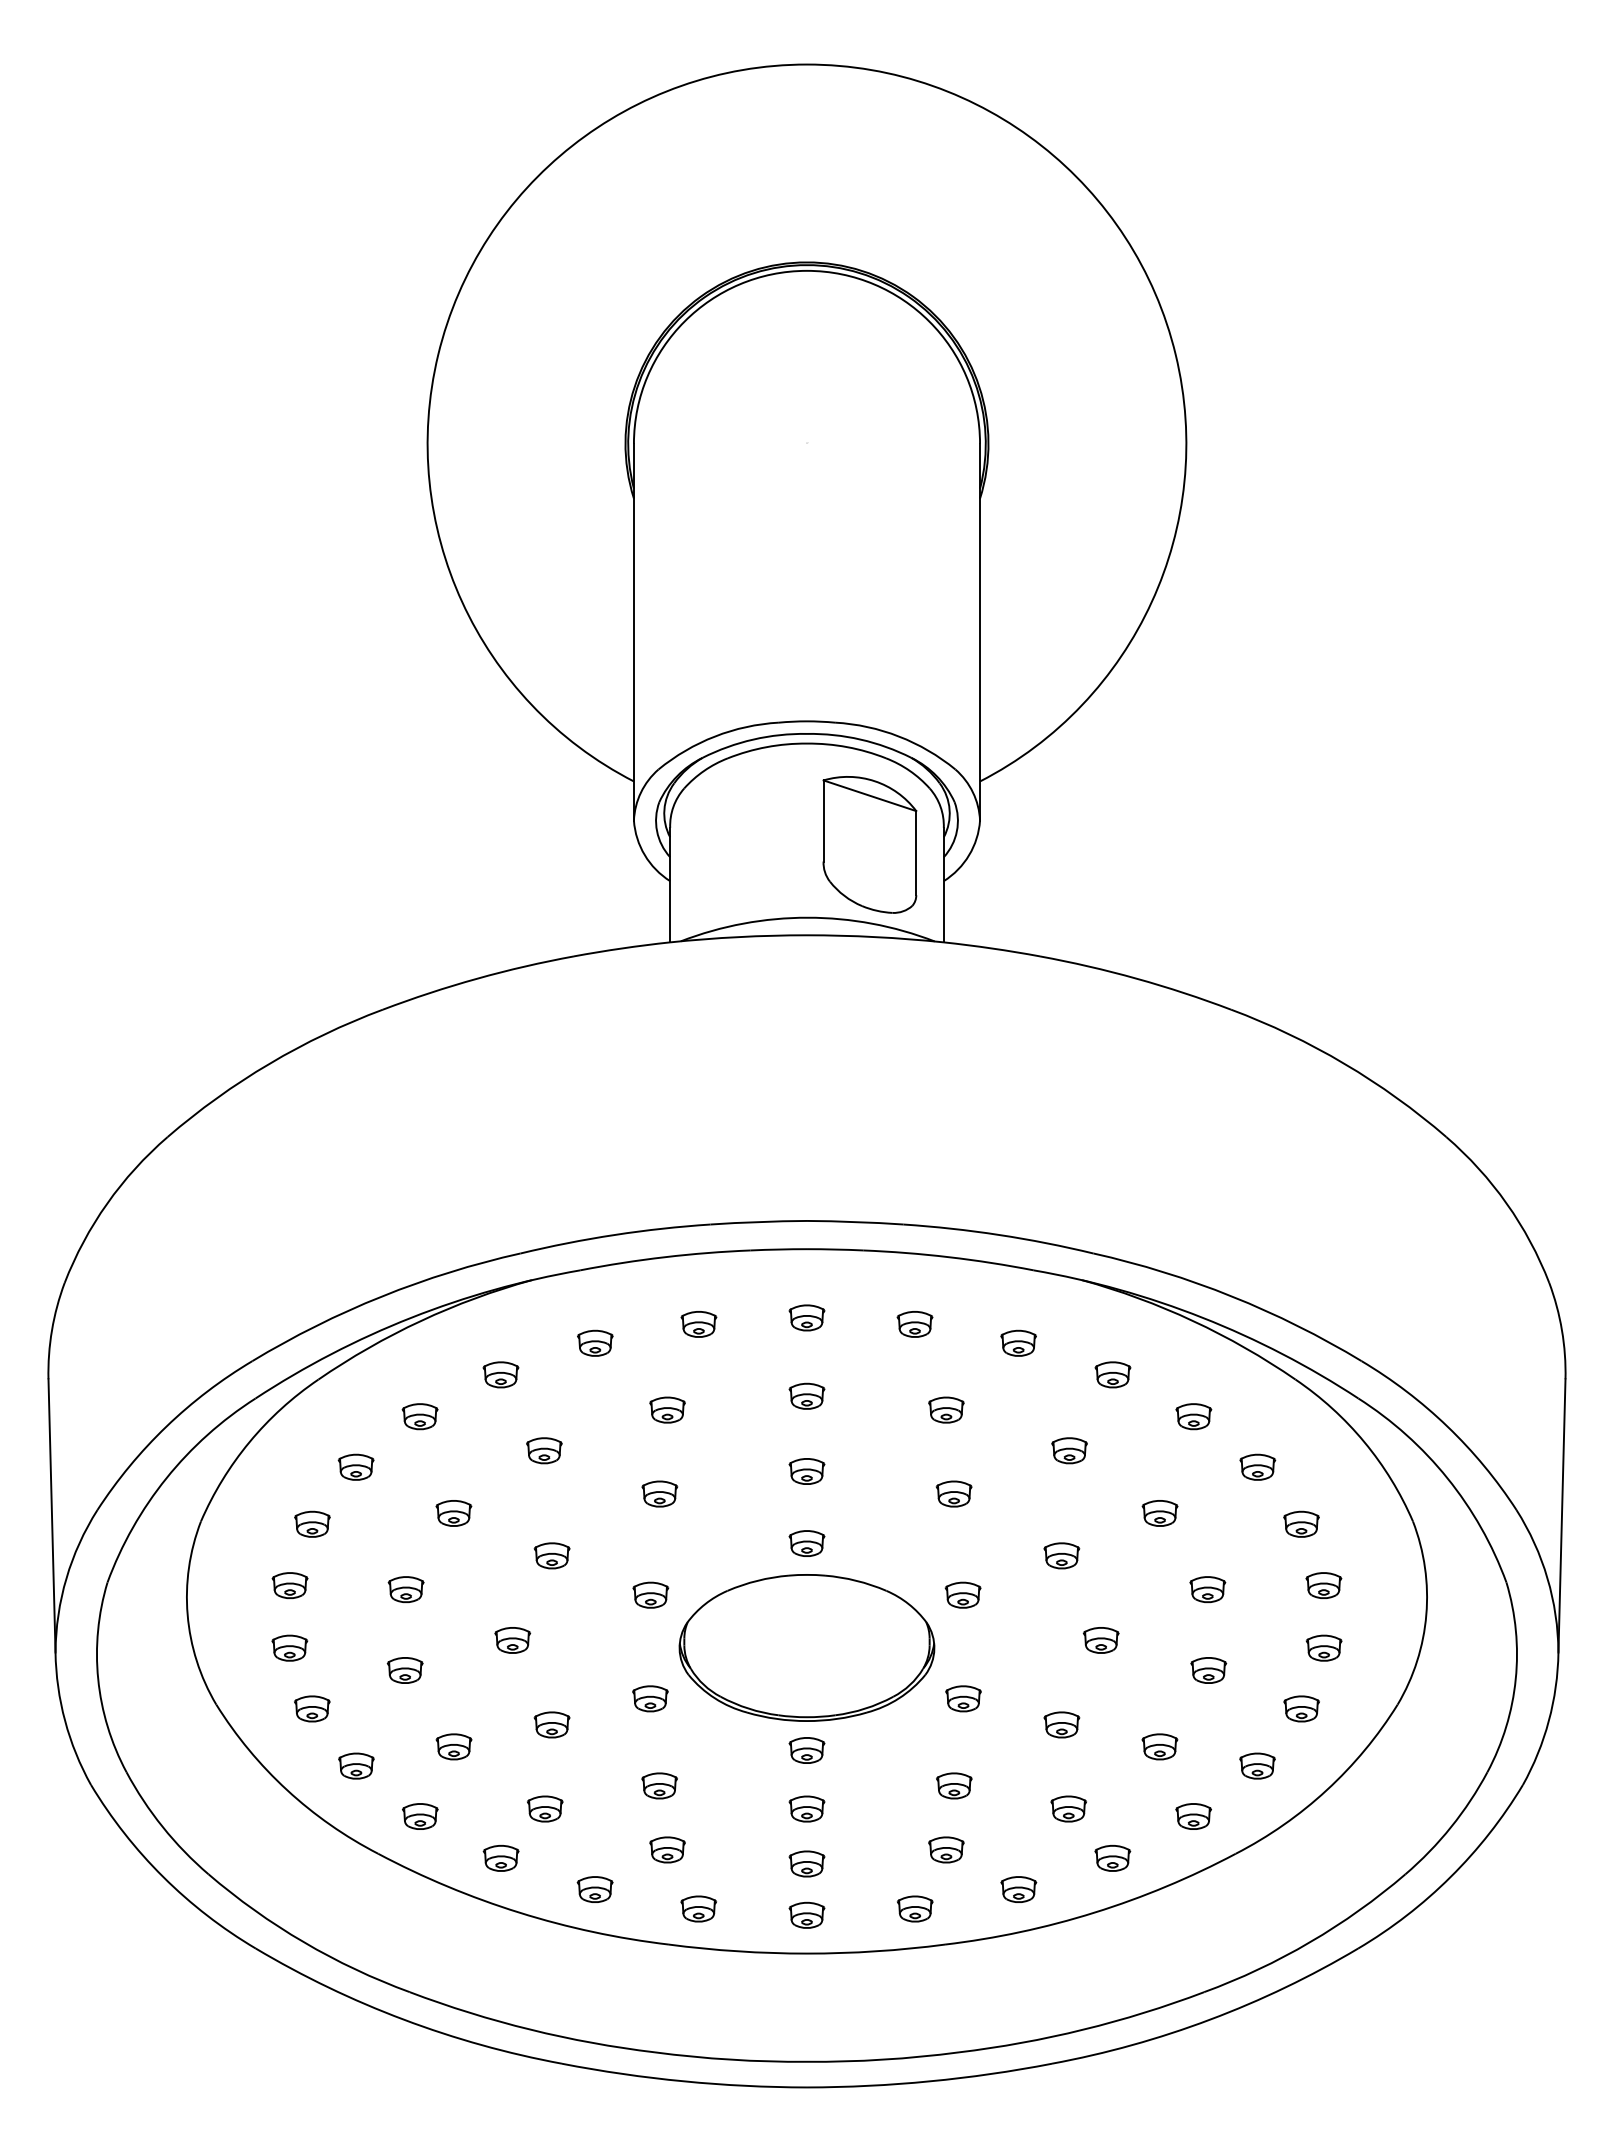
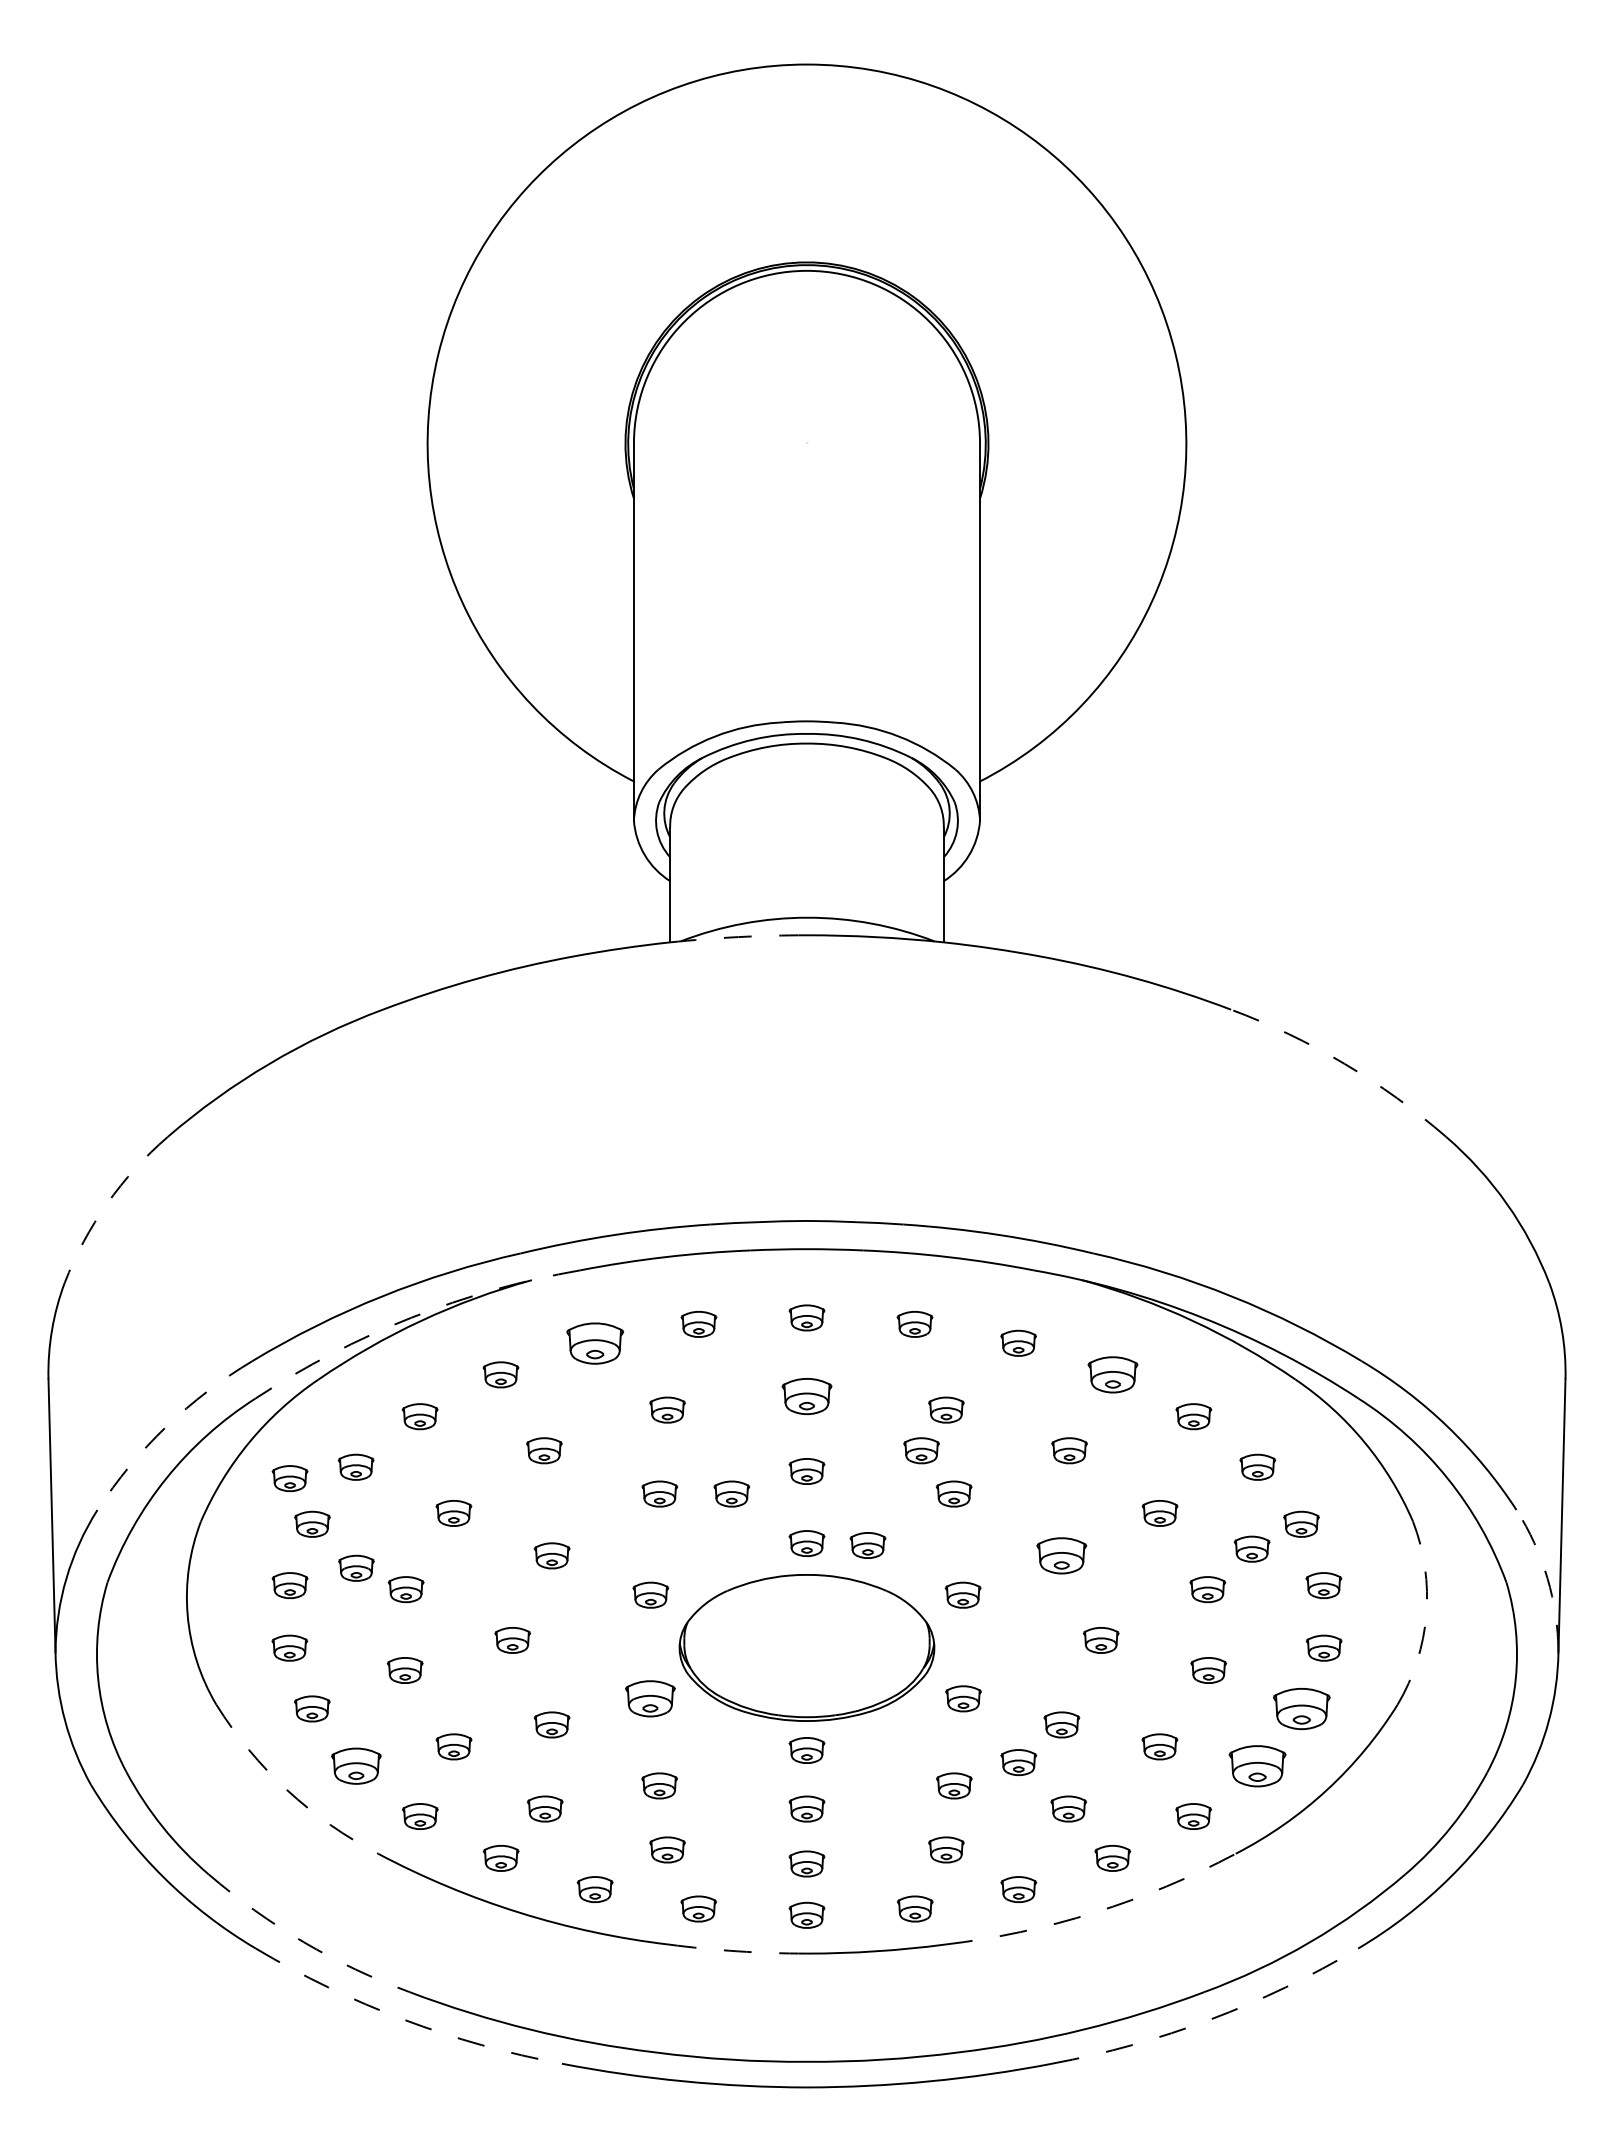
part at (869, 844): present -> none
arc at (738, 937): solid -> dashed
arc at (1344, 1063): solid -> dashed
arc at (107, 1203): solid -> dashed
arc at (411, 1317): solid -> dashed
part at (595, 1342) size: 37x28 px -> 59x43 px
part at (1112, 1374) size: 38x28 px -> 52x38 px
part at (806, 1395) size: 38x28 px -> 52x37 px
arc at (166, 1426): solid -> dashed
part at (921, 1450): none -> present
part at (289, 1478): none -> present
part at (731, 1493): none -> present
part at (867, 1545): none -> present
part at (1251, 1548): none -> present
part at (1061, 1555) size: 38x28 px -> 52x38 px
part at (356, 1567): none -> present
arc at (1547, 1578): solid -> dashed
arc at (1426, 1614): solid -> dashed
part at (650, 1698) size: 37x28 px -> 51x38 px
part at (1301, 1708) size: 37x28 px -> 58x42 px
part at (1018, 1762): none -> present
part at (356, 1765) size: 37x28 px -> 51x38 px
part at (1257, 1765) size: 37x28 px -> 59x43 px
arc at (287, 1790): solid -> dashed
arc at (1094, 1912): solid -> dashed
arc at (303, 1942): solid -> dashed
arc at (737, 1951): solid -> dashed
arc at (403, 2019): solid -> dashed
arc at (1210, 2019): solid -> dashed
